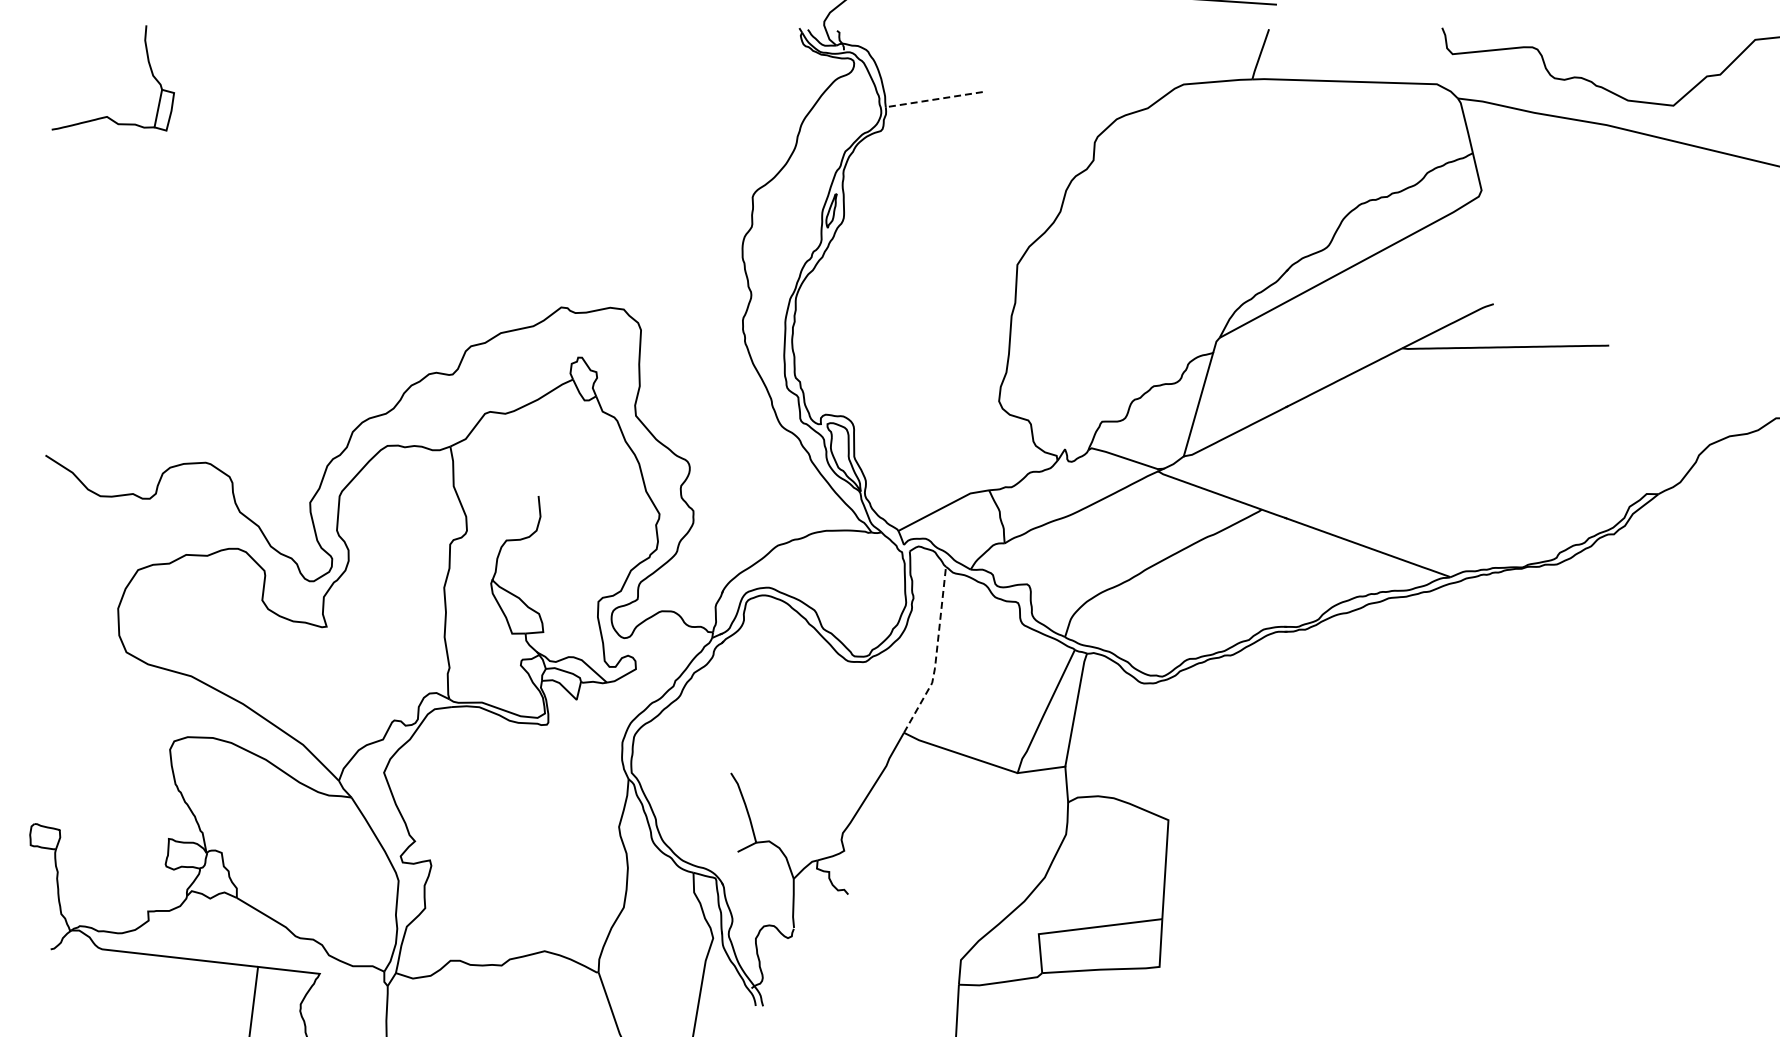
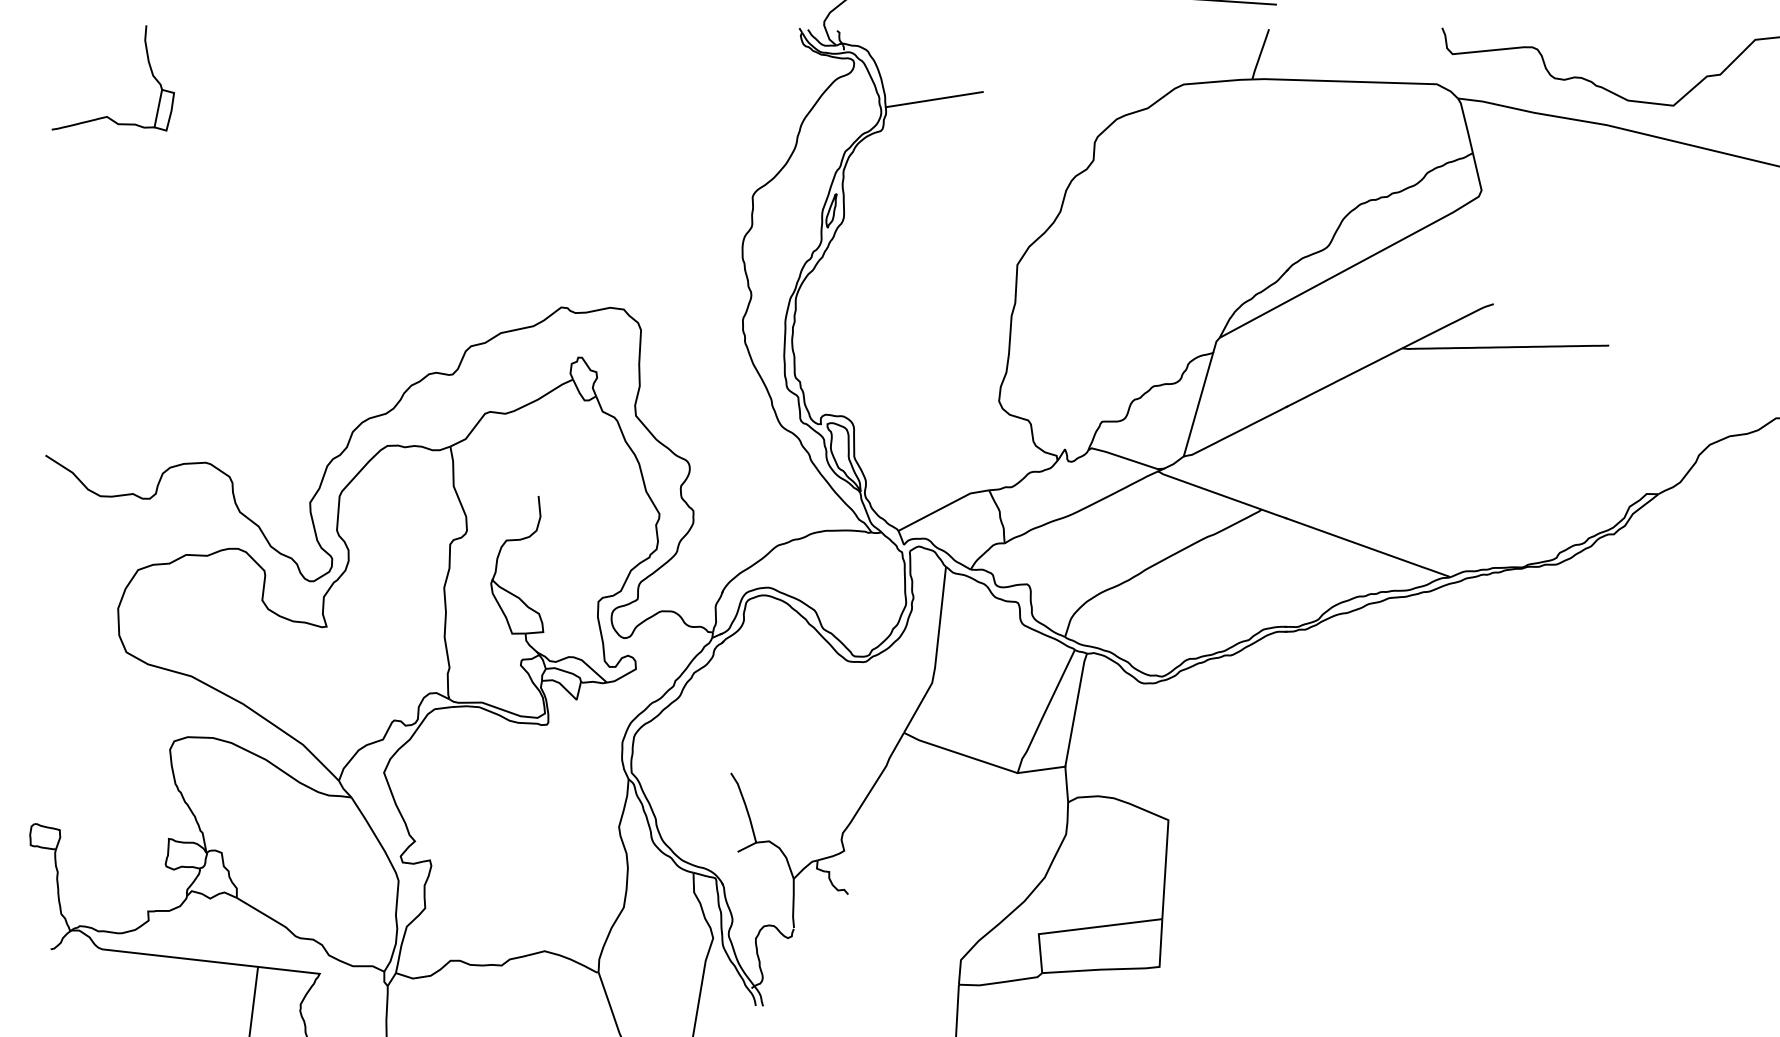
line at (933, 99): dashed -> solid
line at (936, 655): dashed -> solid
